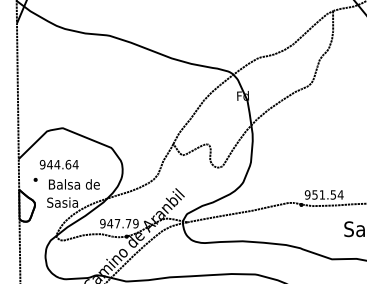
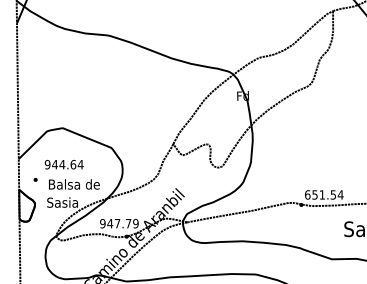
text at (58, 164) position: (58, 164) -> (63, 164)
text at (307, 194): 951.54 -> 651.54
